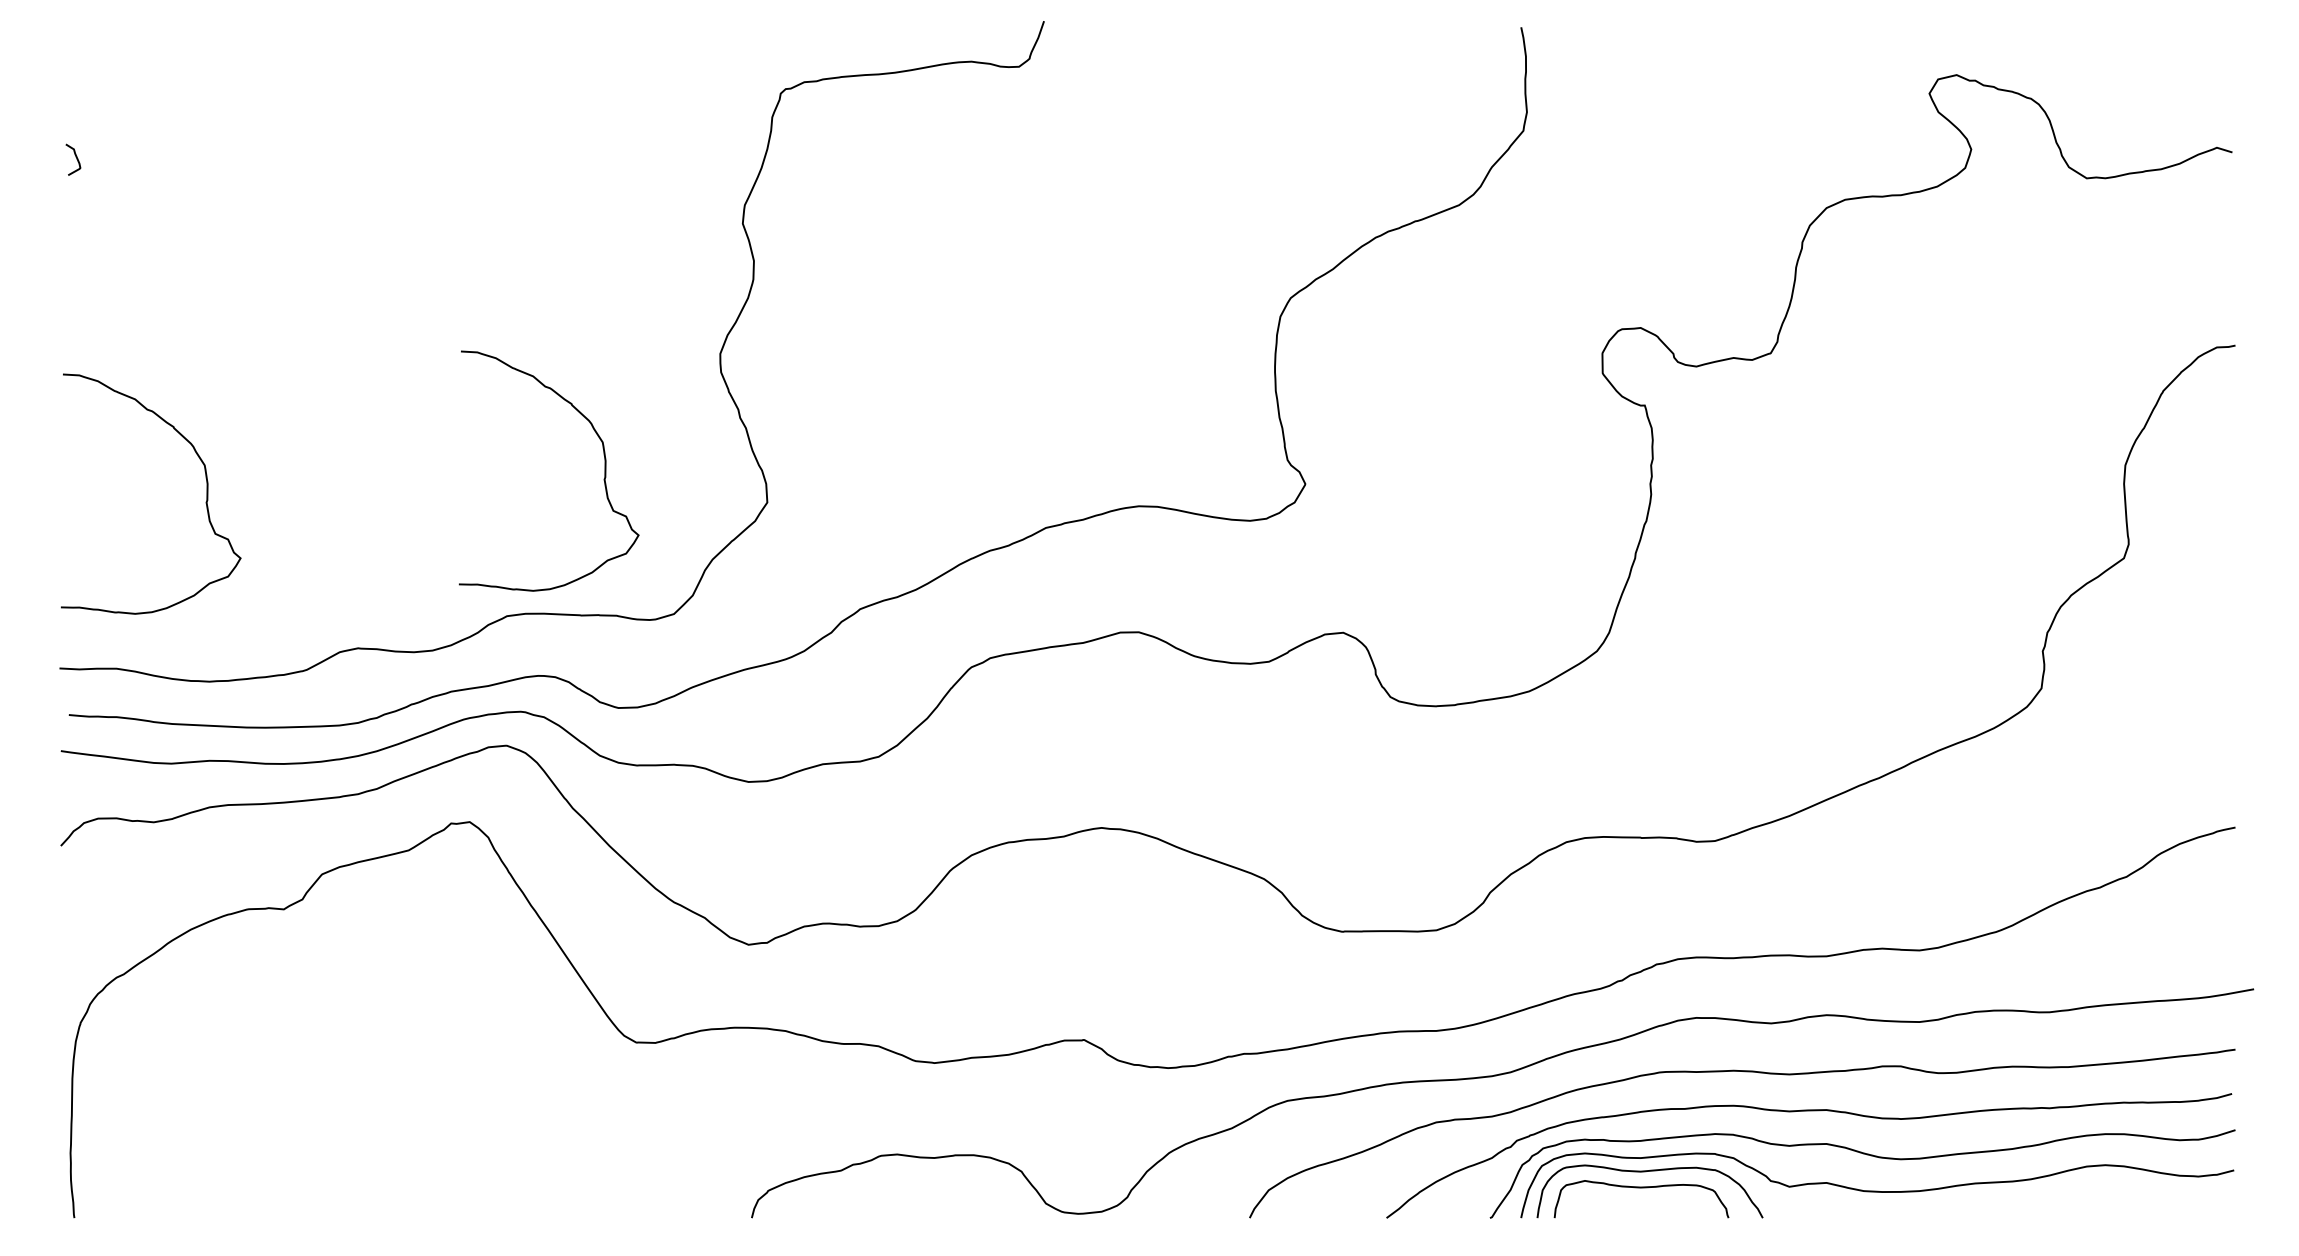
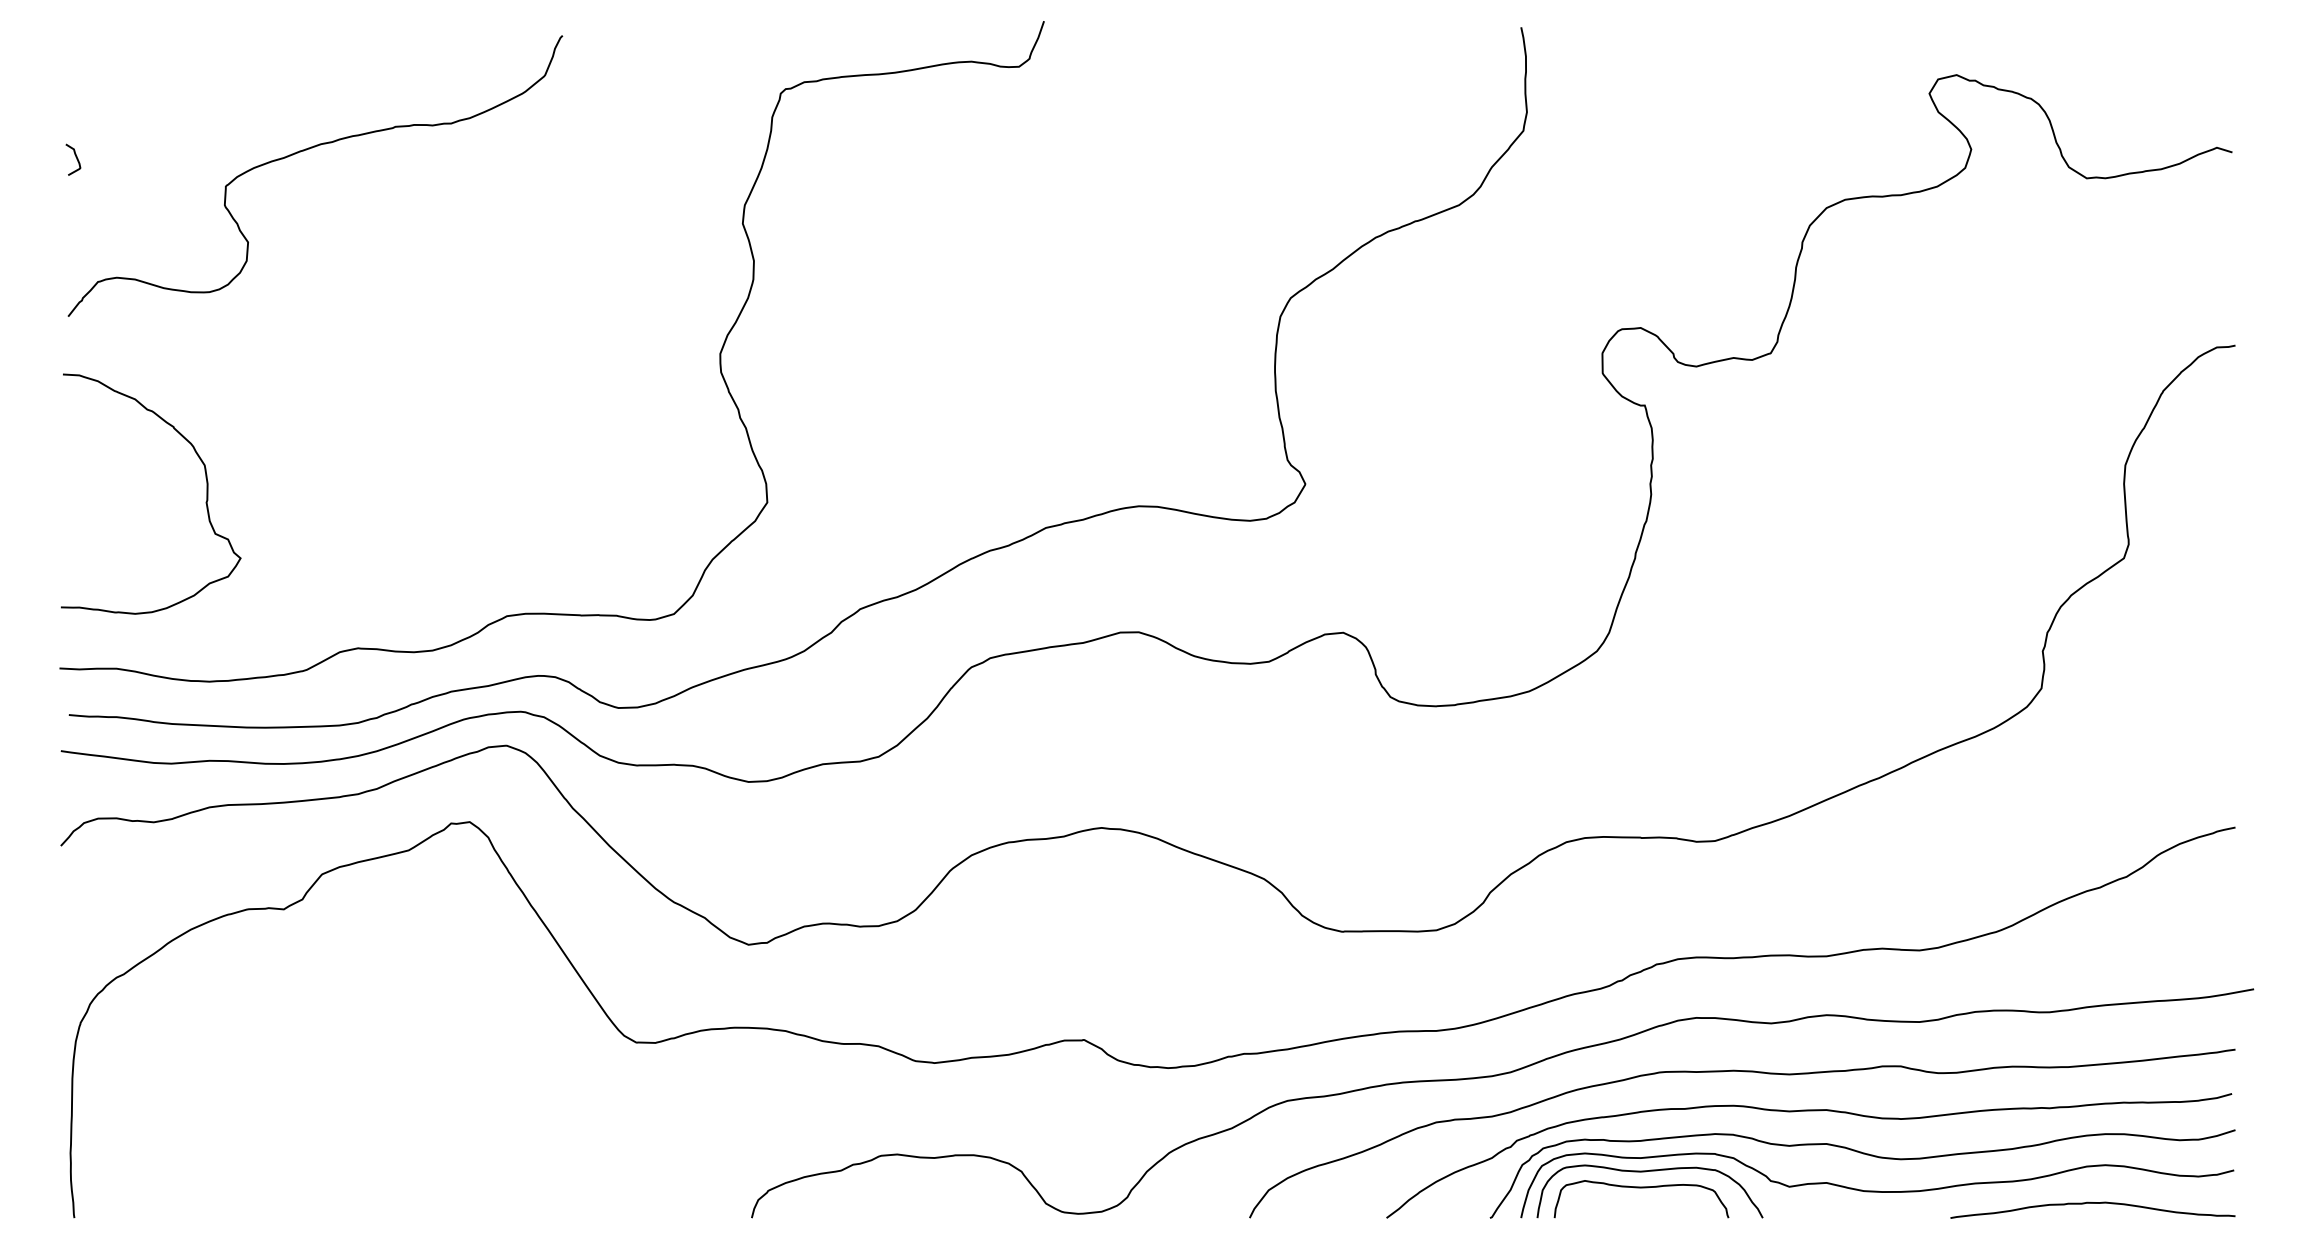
curve at (306, 150): none -> present
curve at (603, 479): present -> none
curve at (2092, 1203): none -> present
